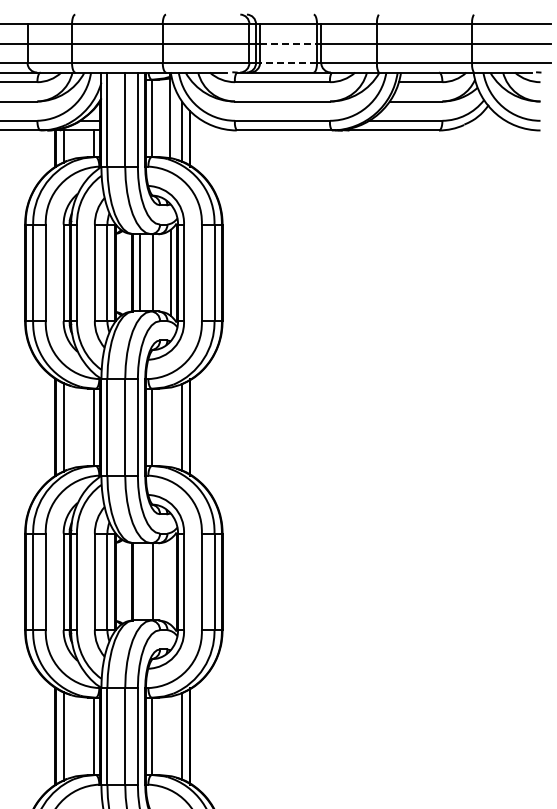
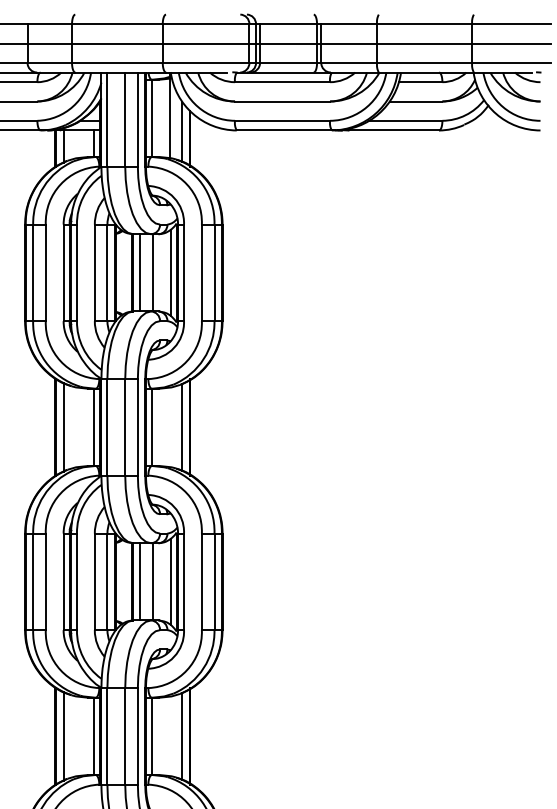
line at (289, 43): dashed -> solid
line at (288, 62): dashed -> solid
line at (140, 581): none -> present
line at (170, 581): none -> present
